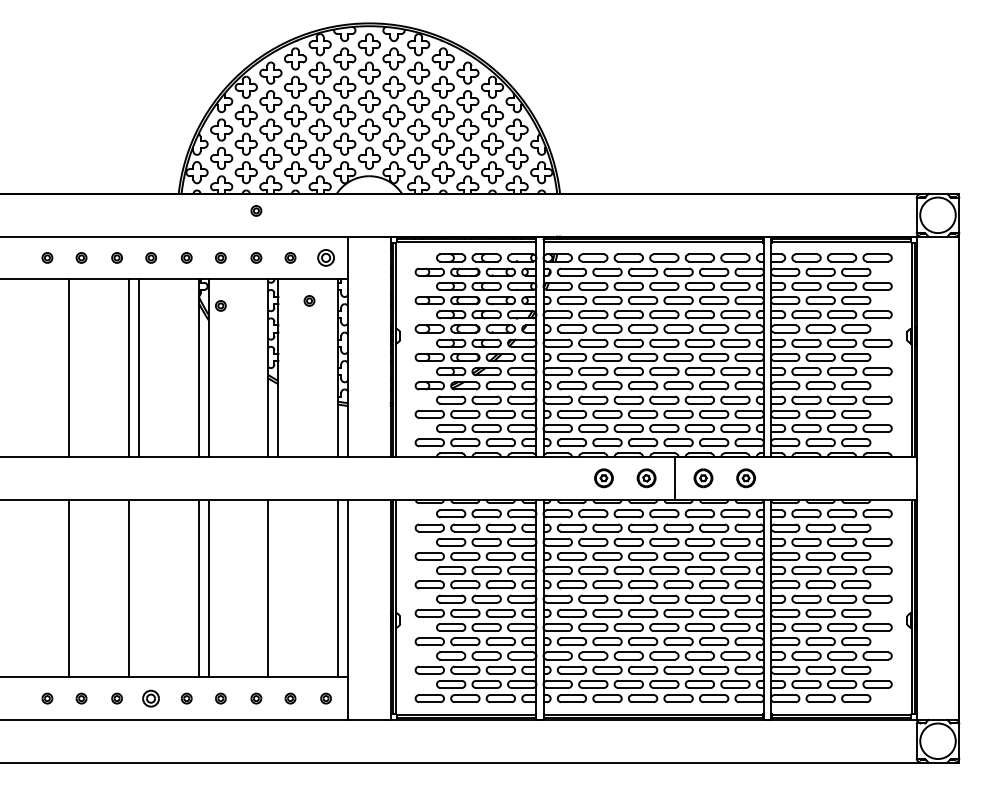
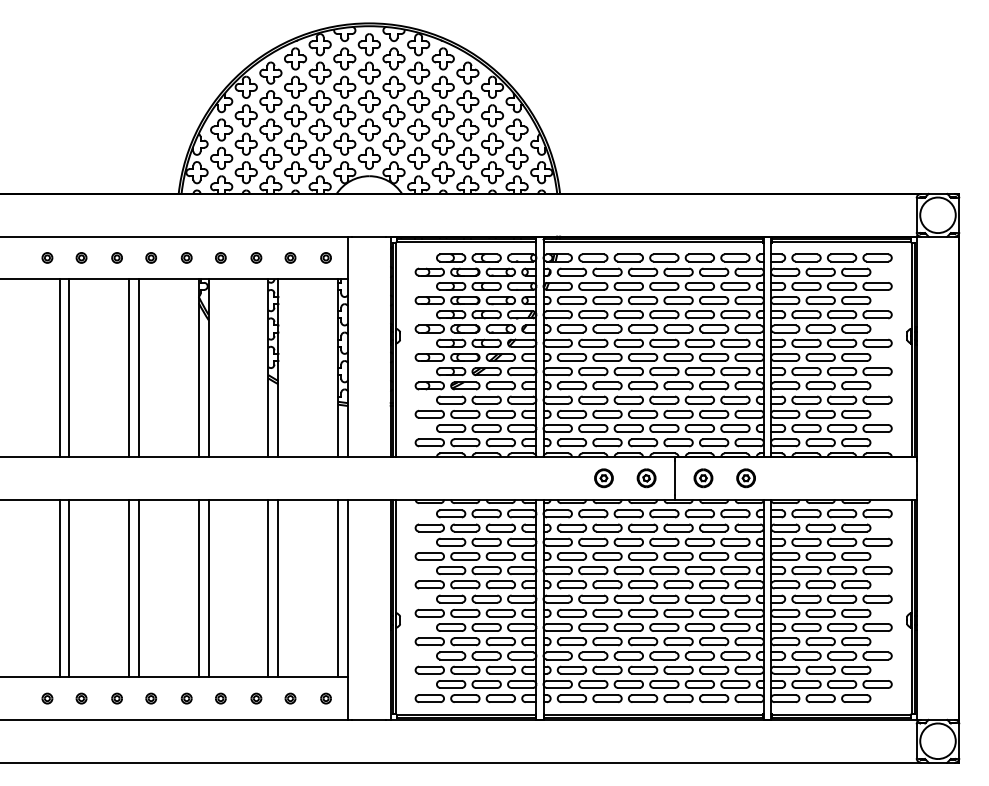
part at (256, 210): present -> none
part at (325, 257) size: 18x18 px -> 12x12 px
part at (309, 300): present -> none
part at (220, 305): present -> none
line at (59, 367): none -> present
line at (59, 588): none -> present
line at (139, 588): none -> present
line at (278, 588): none -> present
part at (150, 698) size: 18x19 px -> 13x13 px
